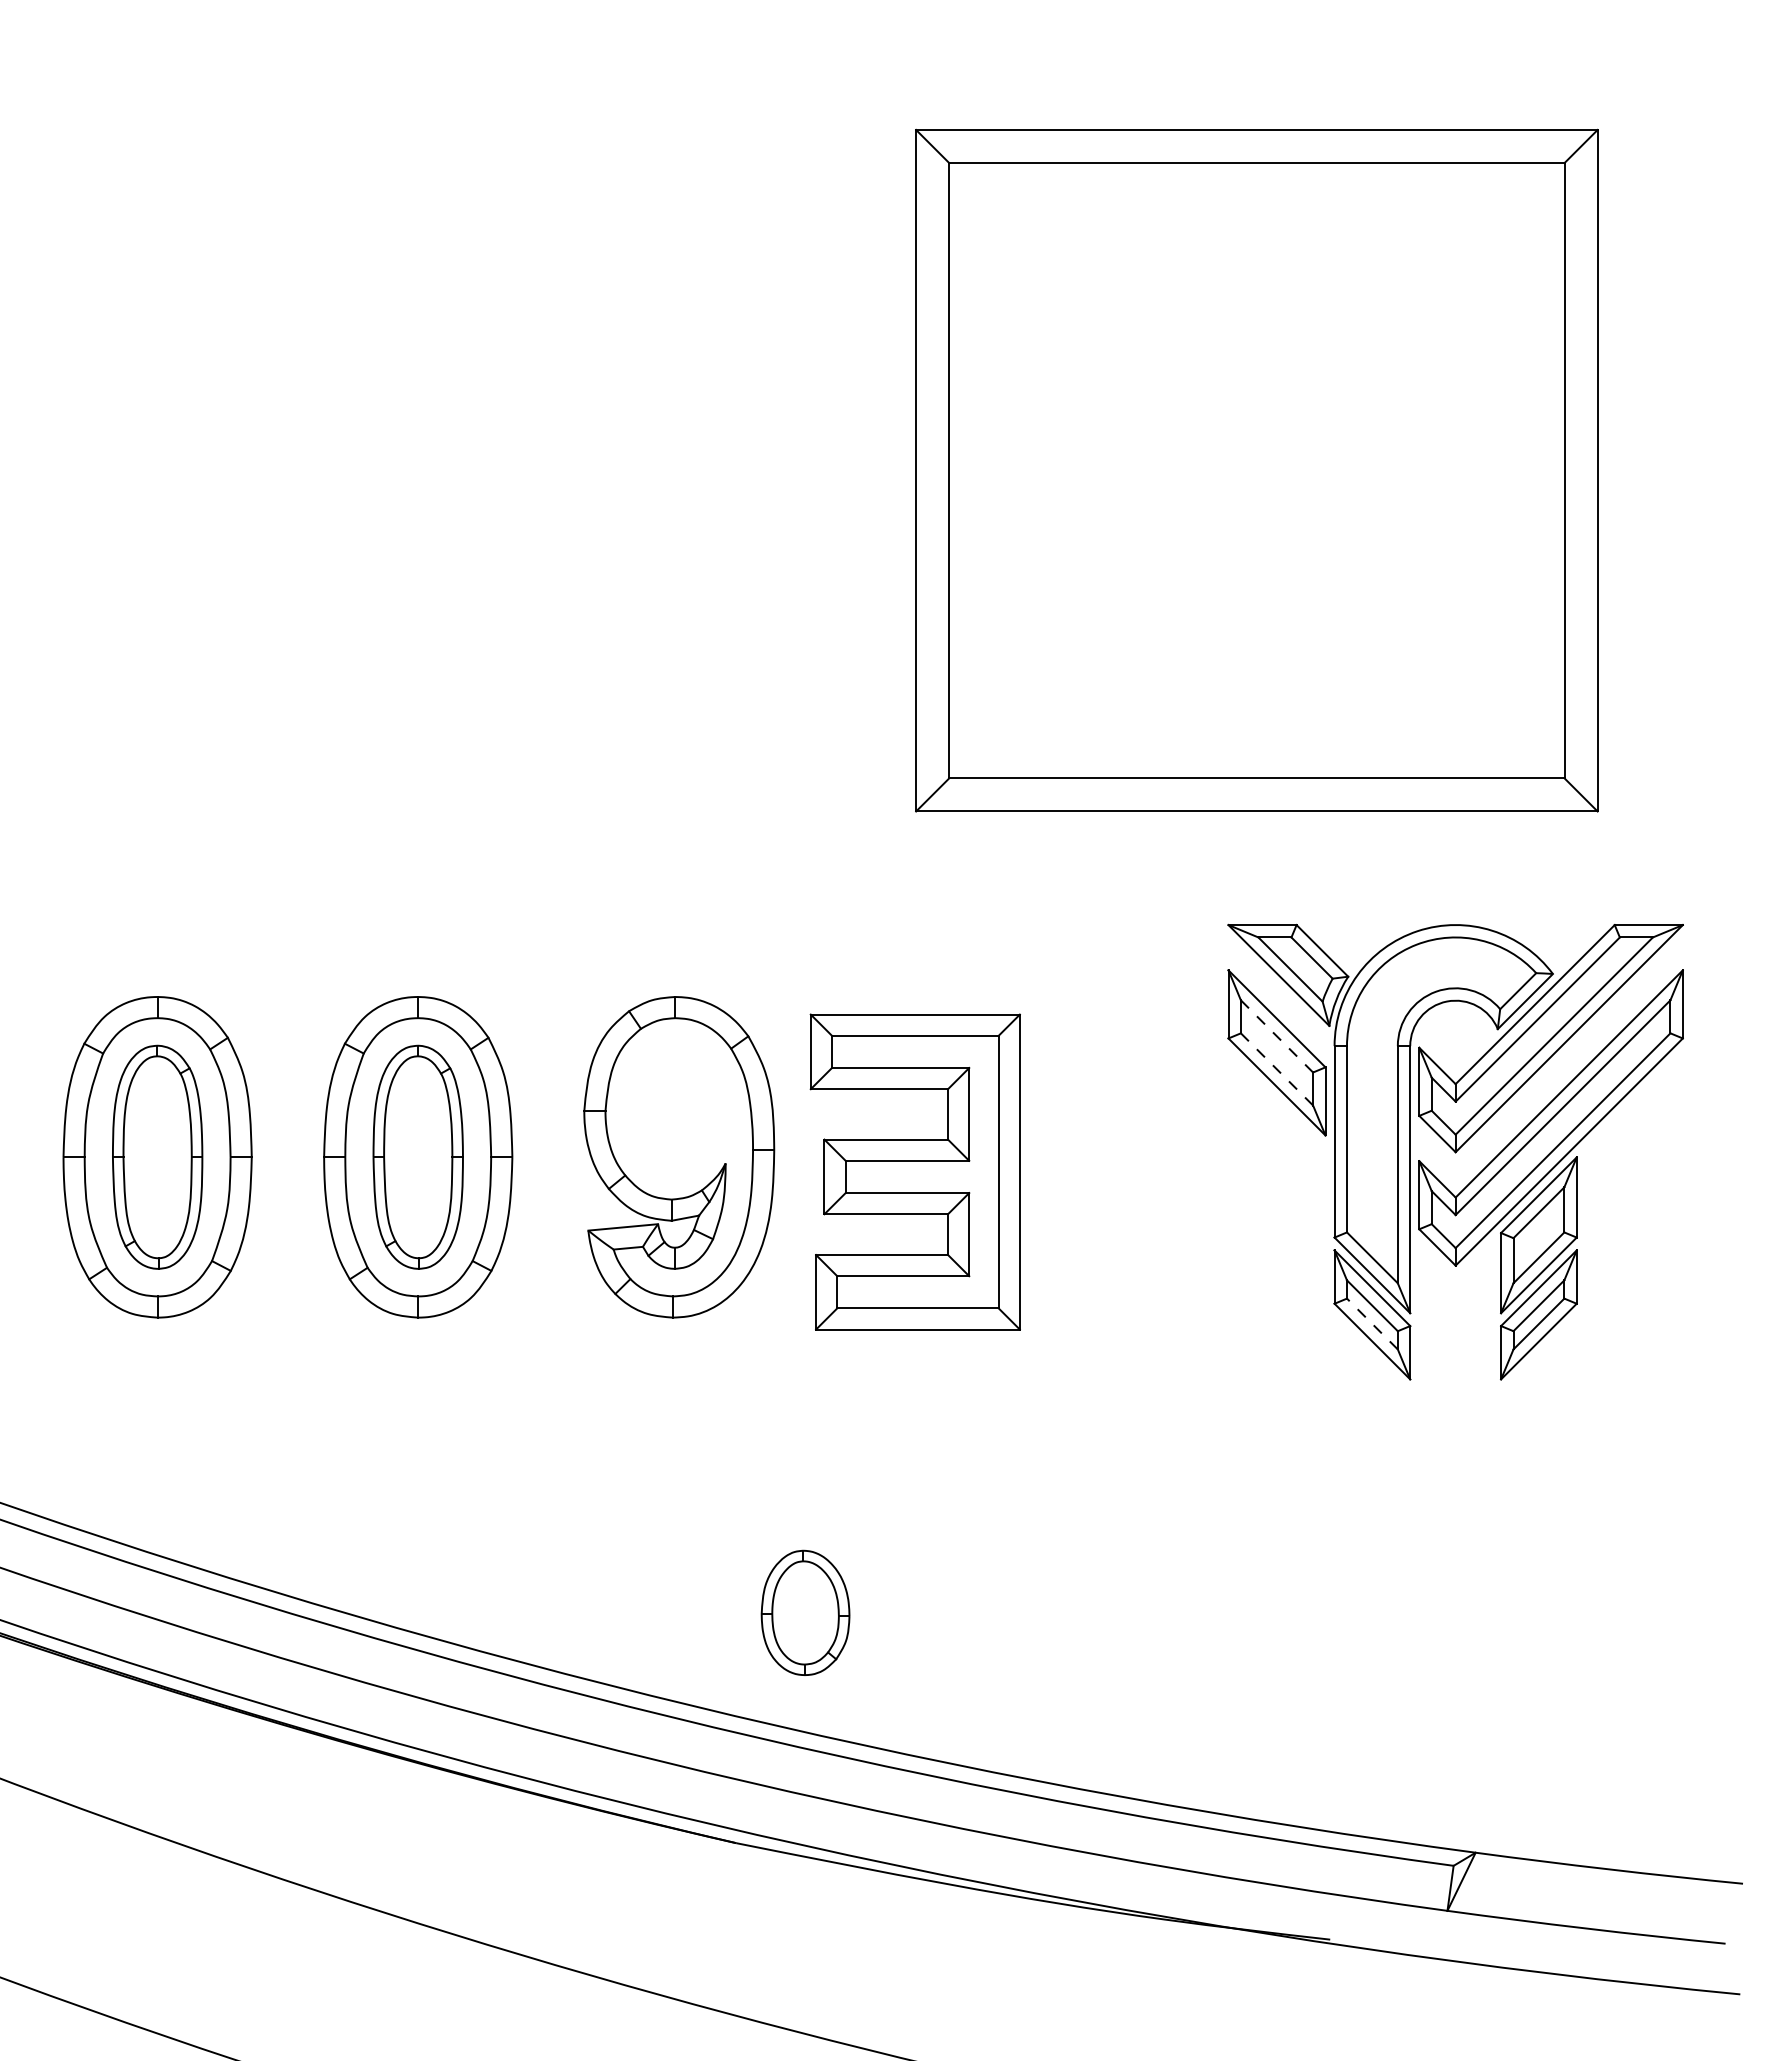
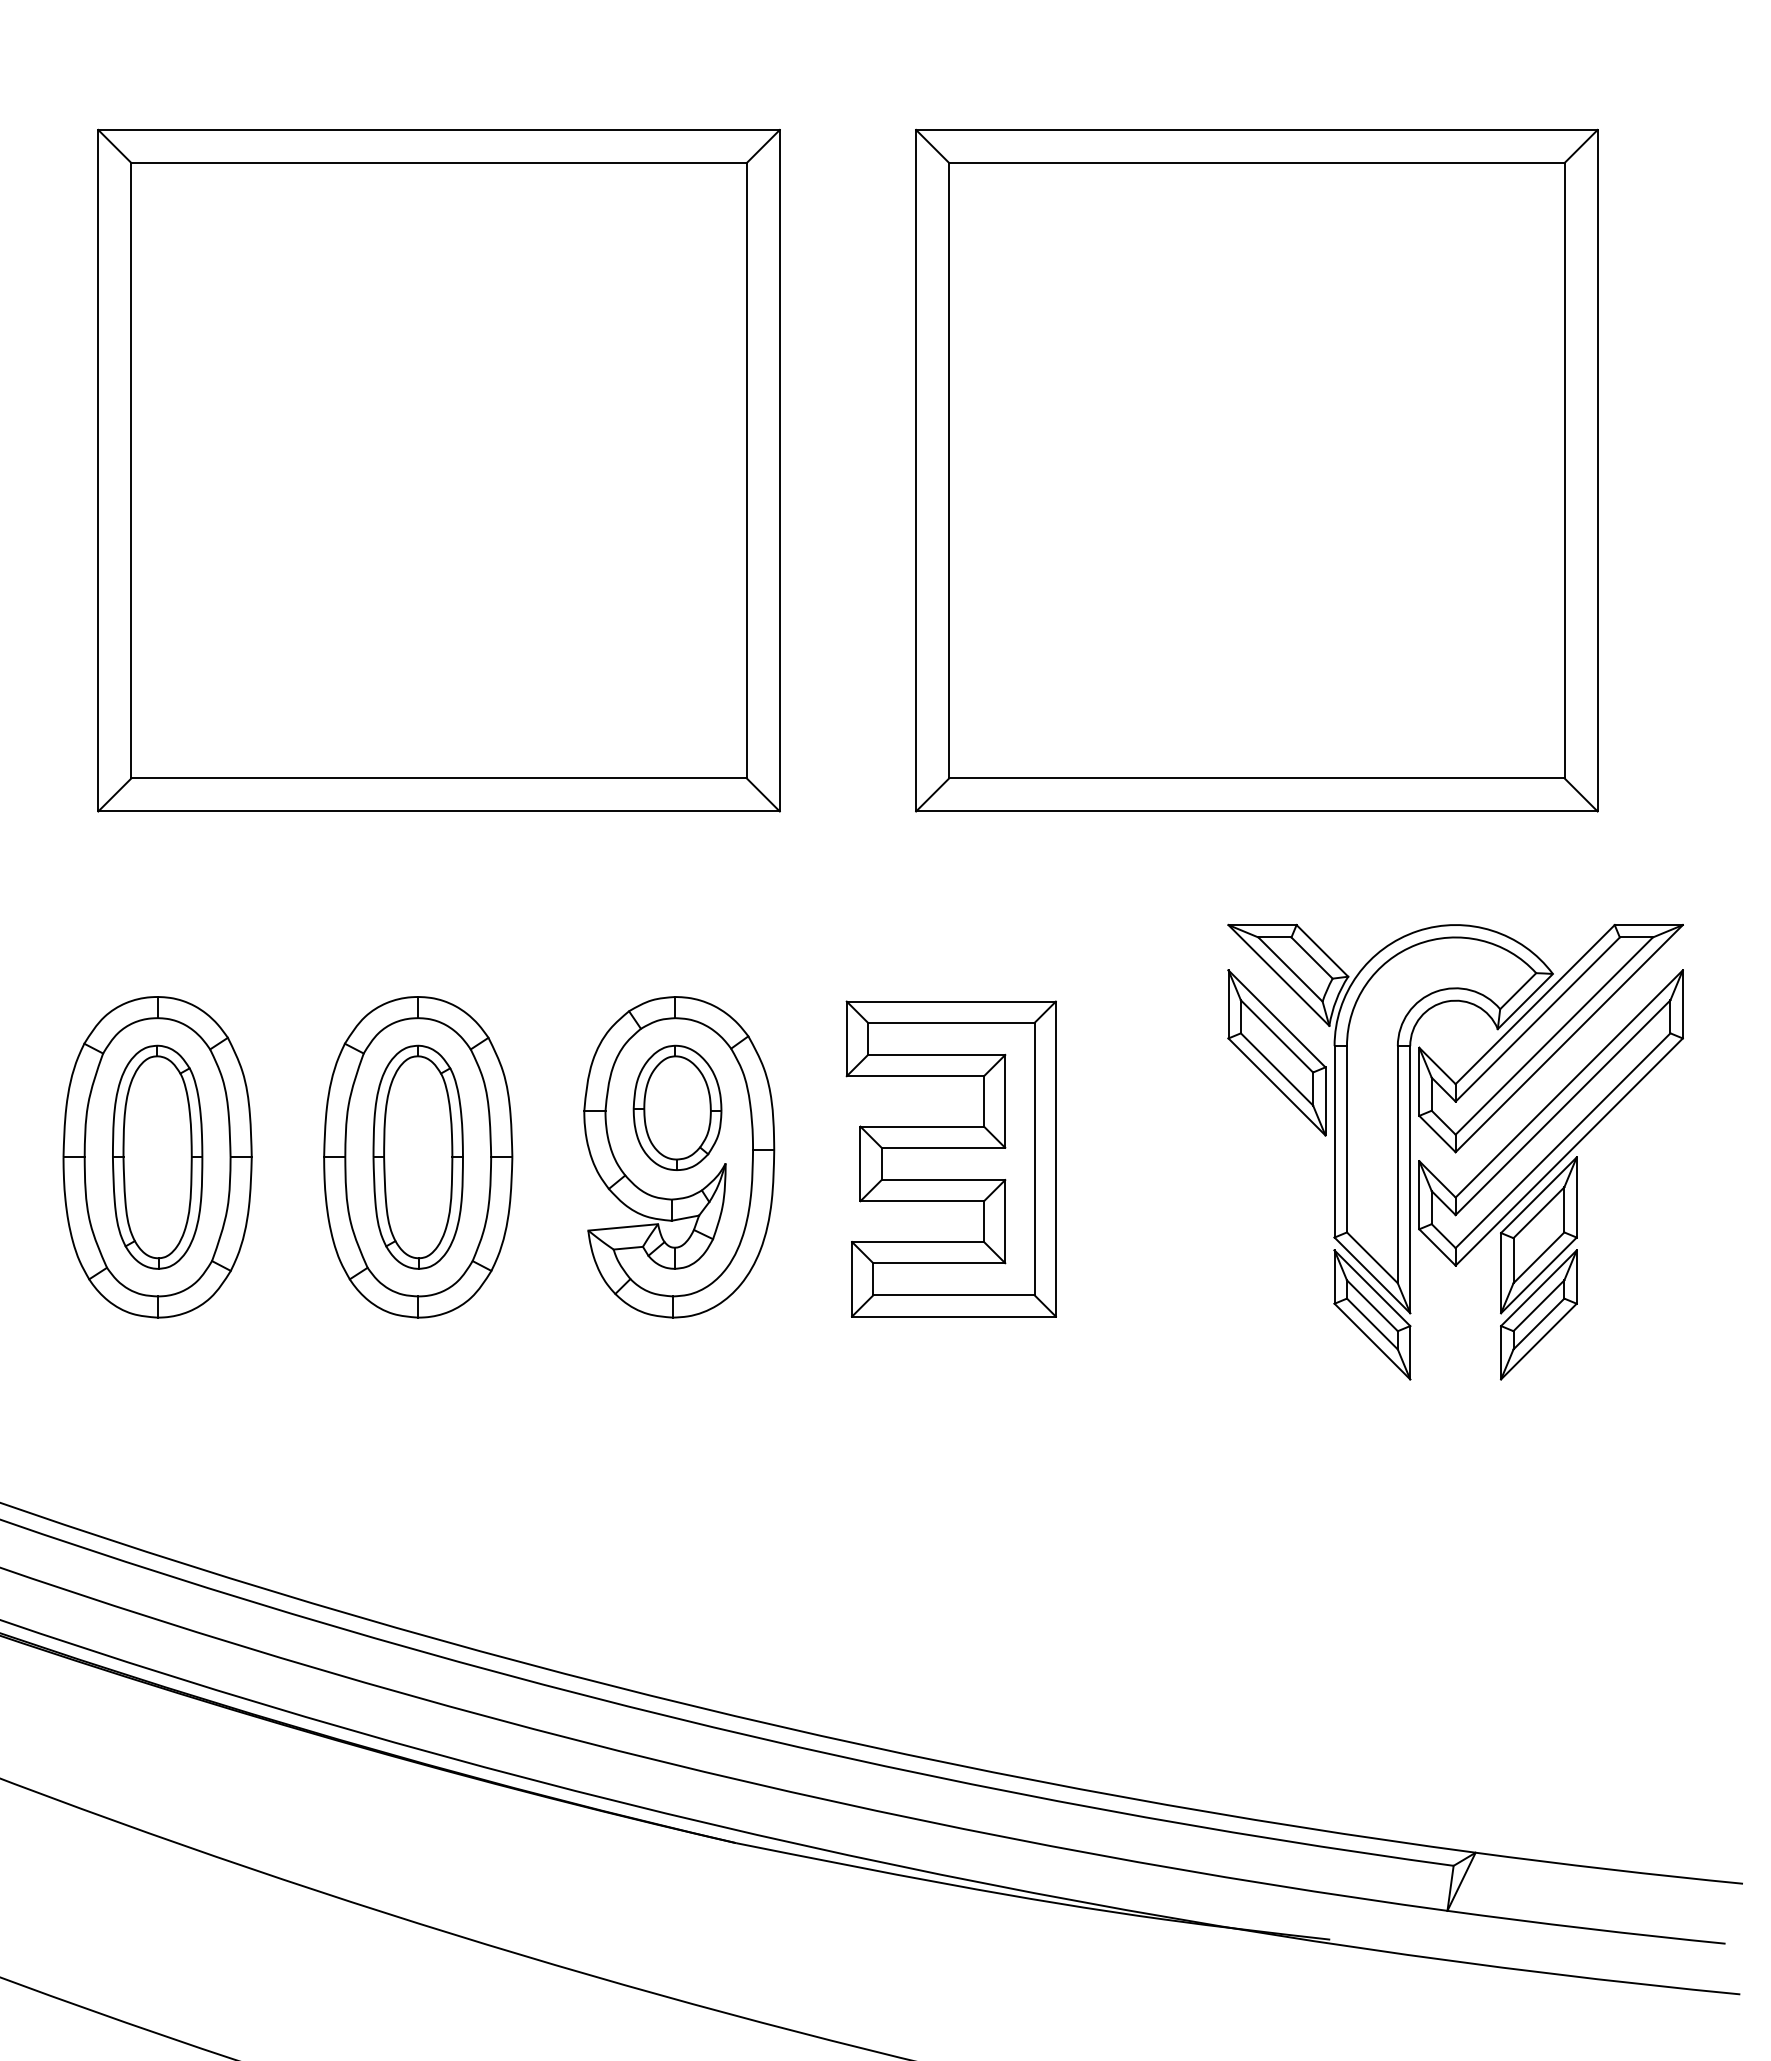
part at (438, 470): none -> present
line at (1277, 1036): dashed -> solid
line at (1276, 1069): dashed -> solid
part at (914, 1171) position: (914, 1171) -> (950, 1158)
line at (1372, 1324): dashed -> solid
part at (805, 1612) position: (805, 1612) -> (677, 1107)
